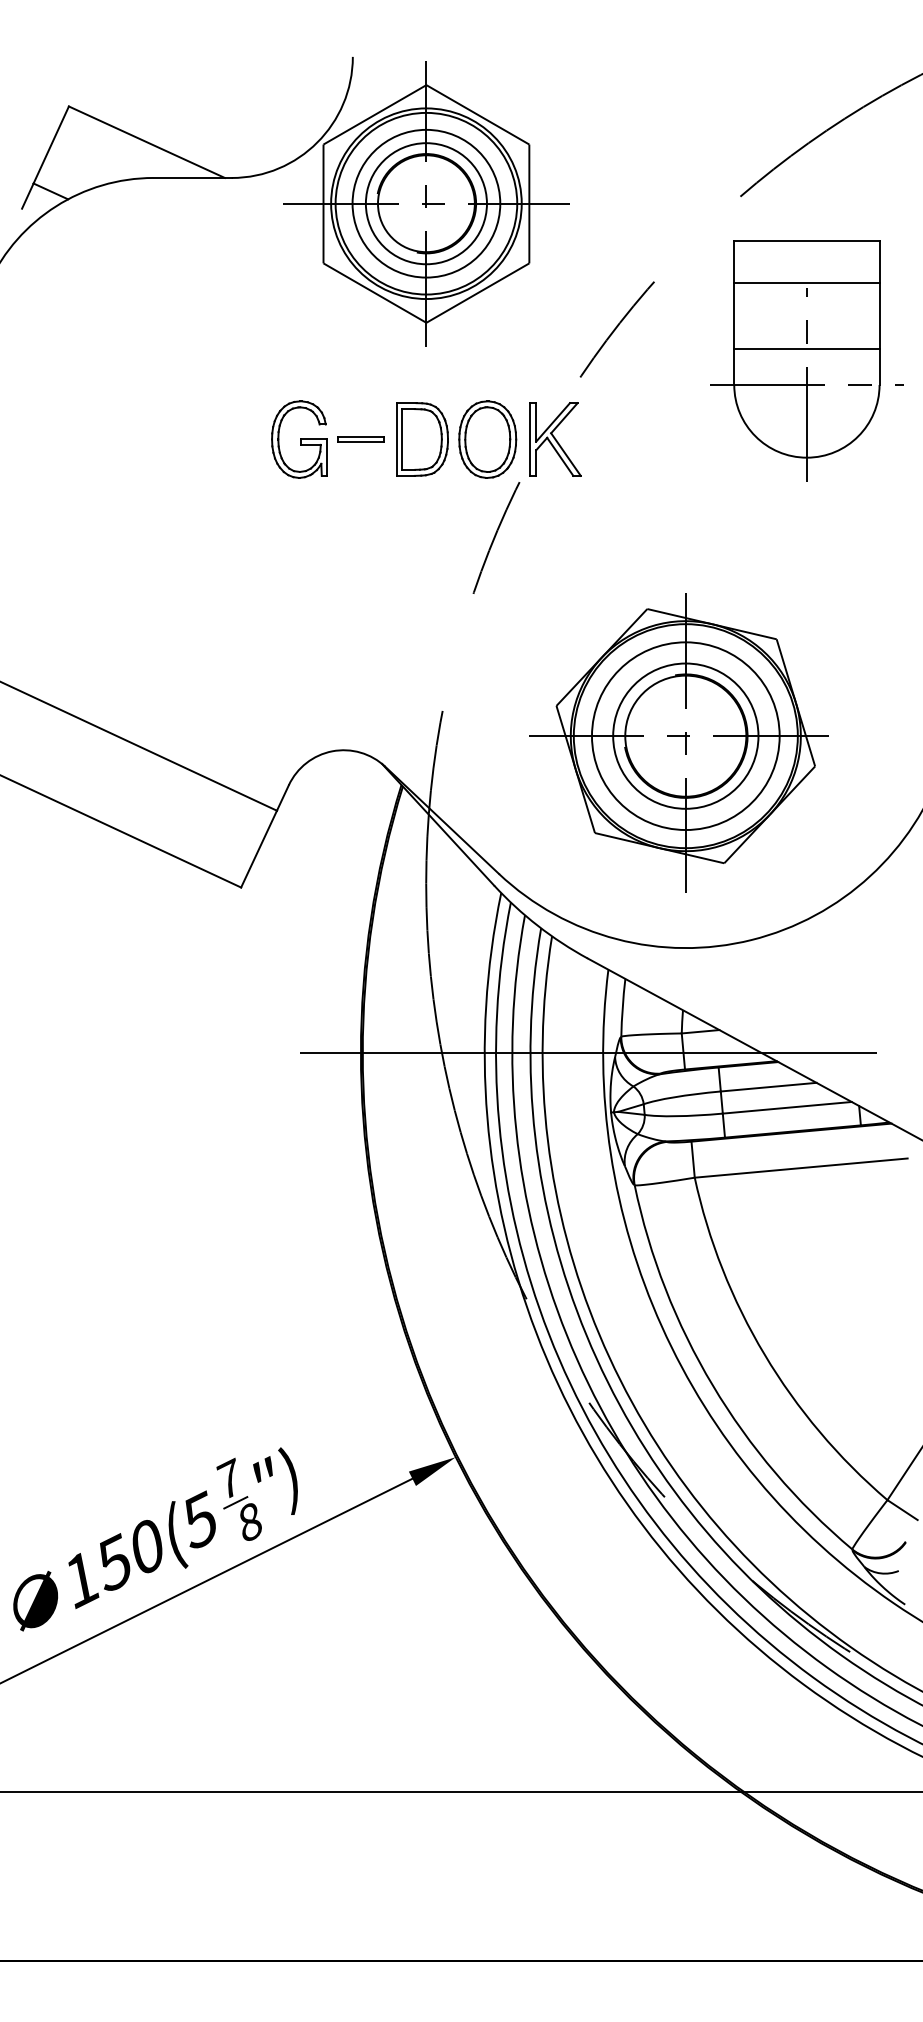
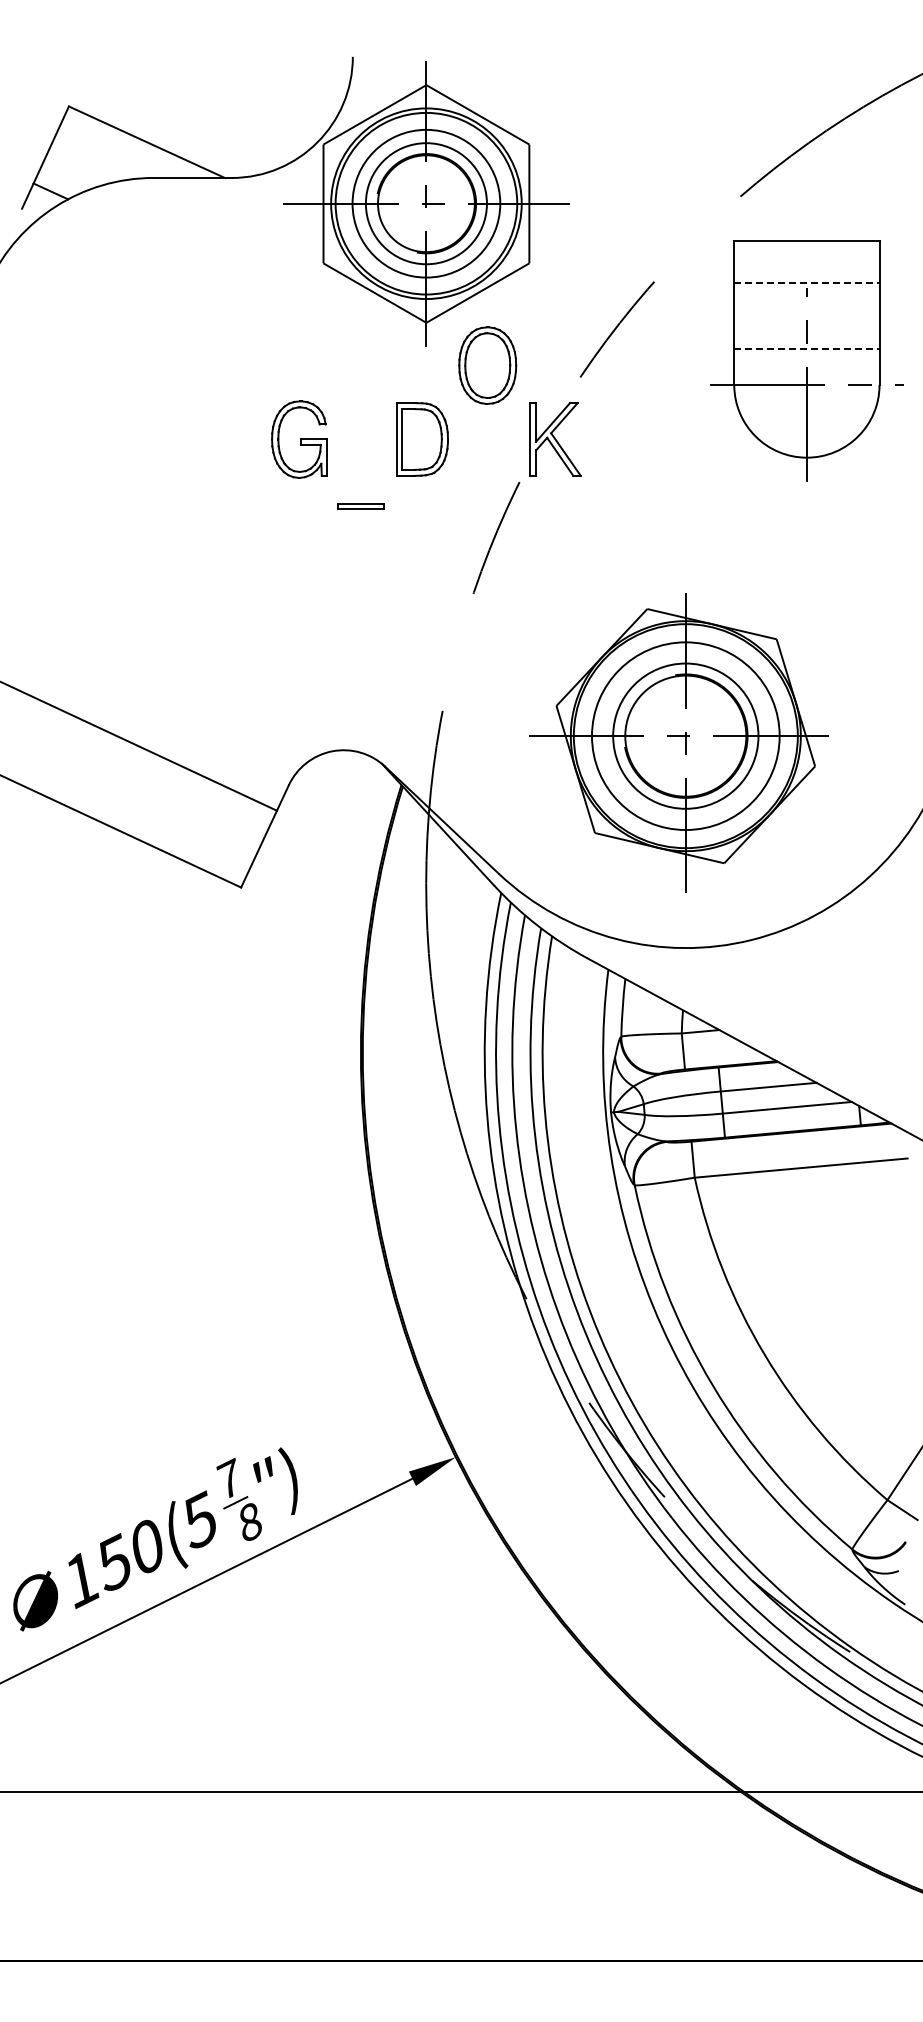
line at (806, 282): solid -> dashed
line at (806, 348): solid -> dashed
part at (360, 439) position: (360, 439) -> (360, 506)
part at (487, 439) position: (487, 439) -> (487, 365)
line at (609, 1053): present -> none
